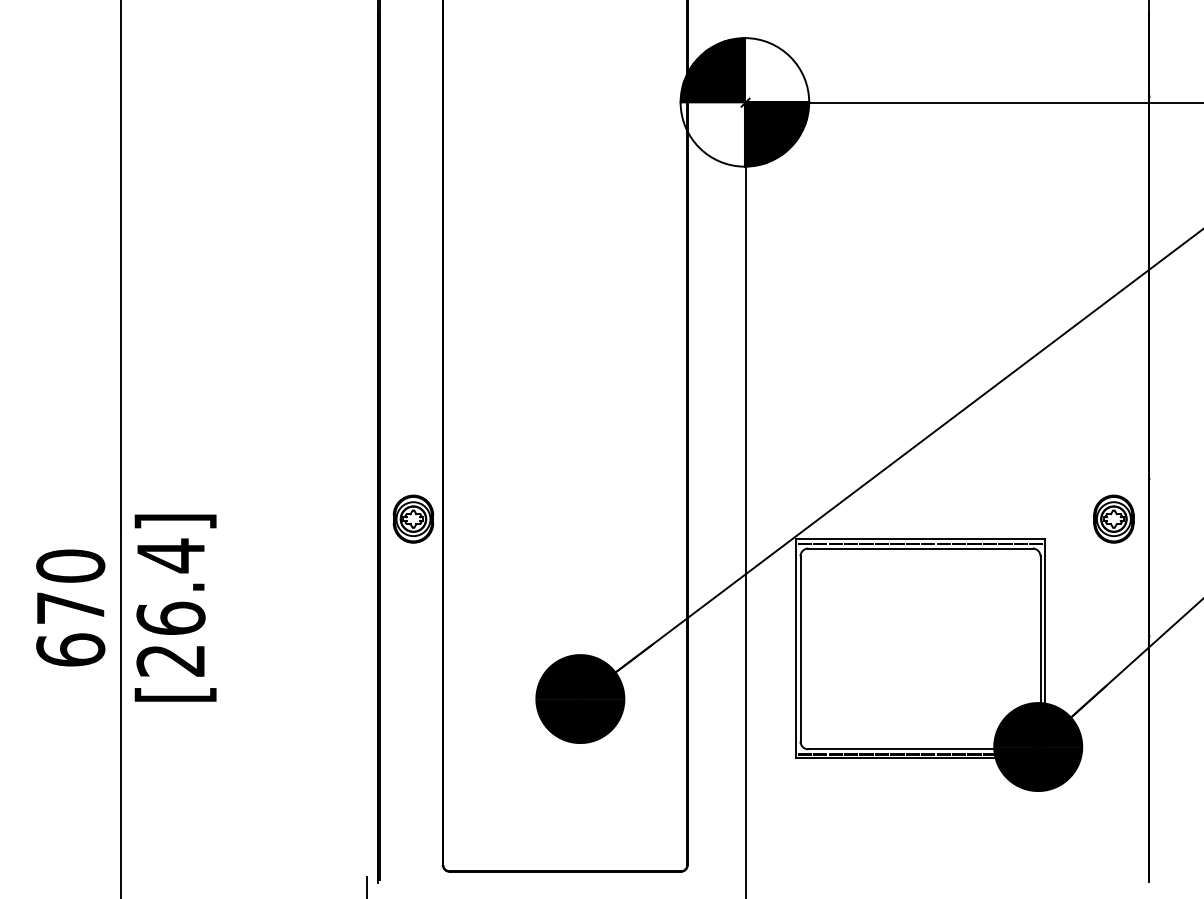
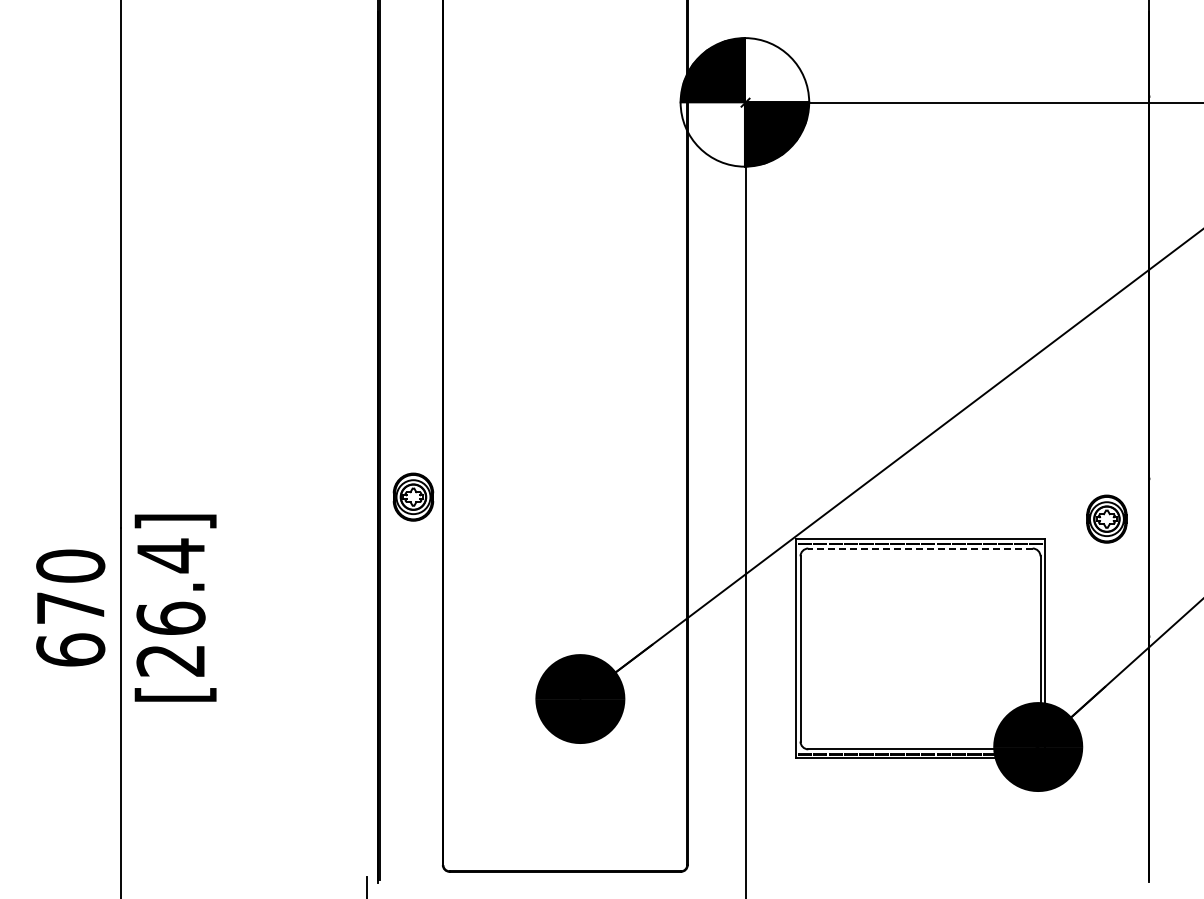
part at (413, 518) position: (413, 518) -> (413, 496)
part at (1113, 518) position: (1113, 518) -> (1106, 518)
line at (920, 548): solid -> dashed
